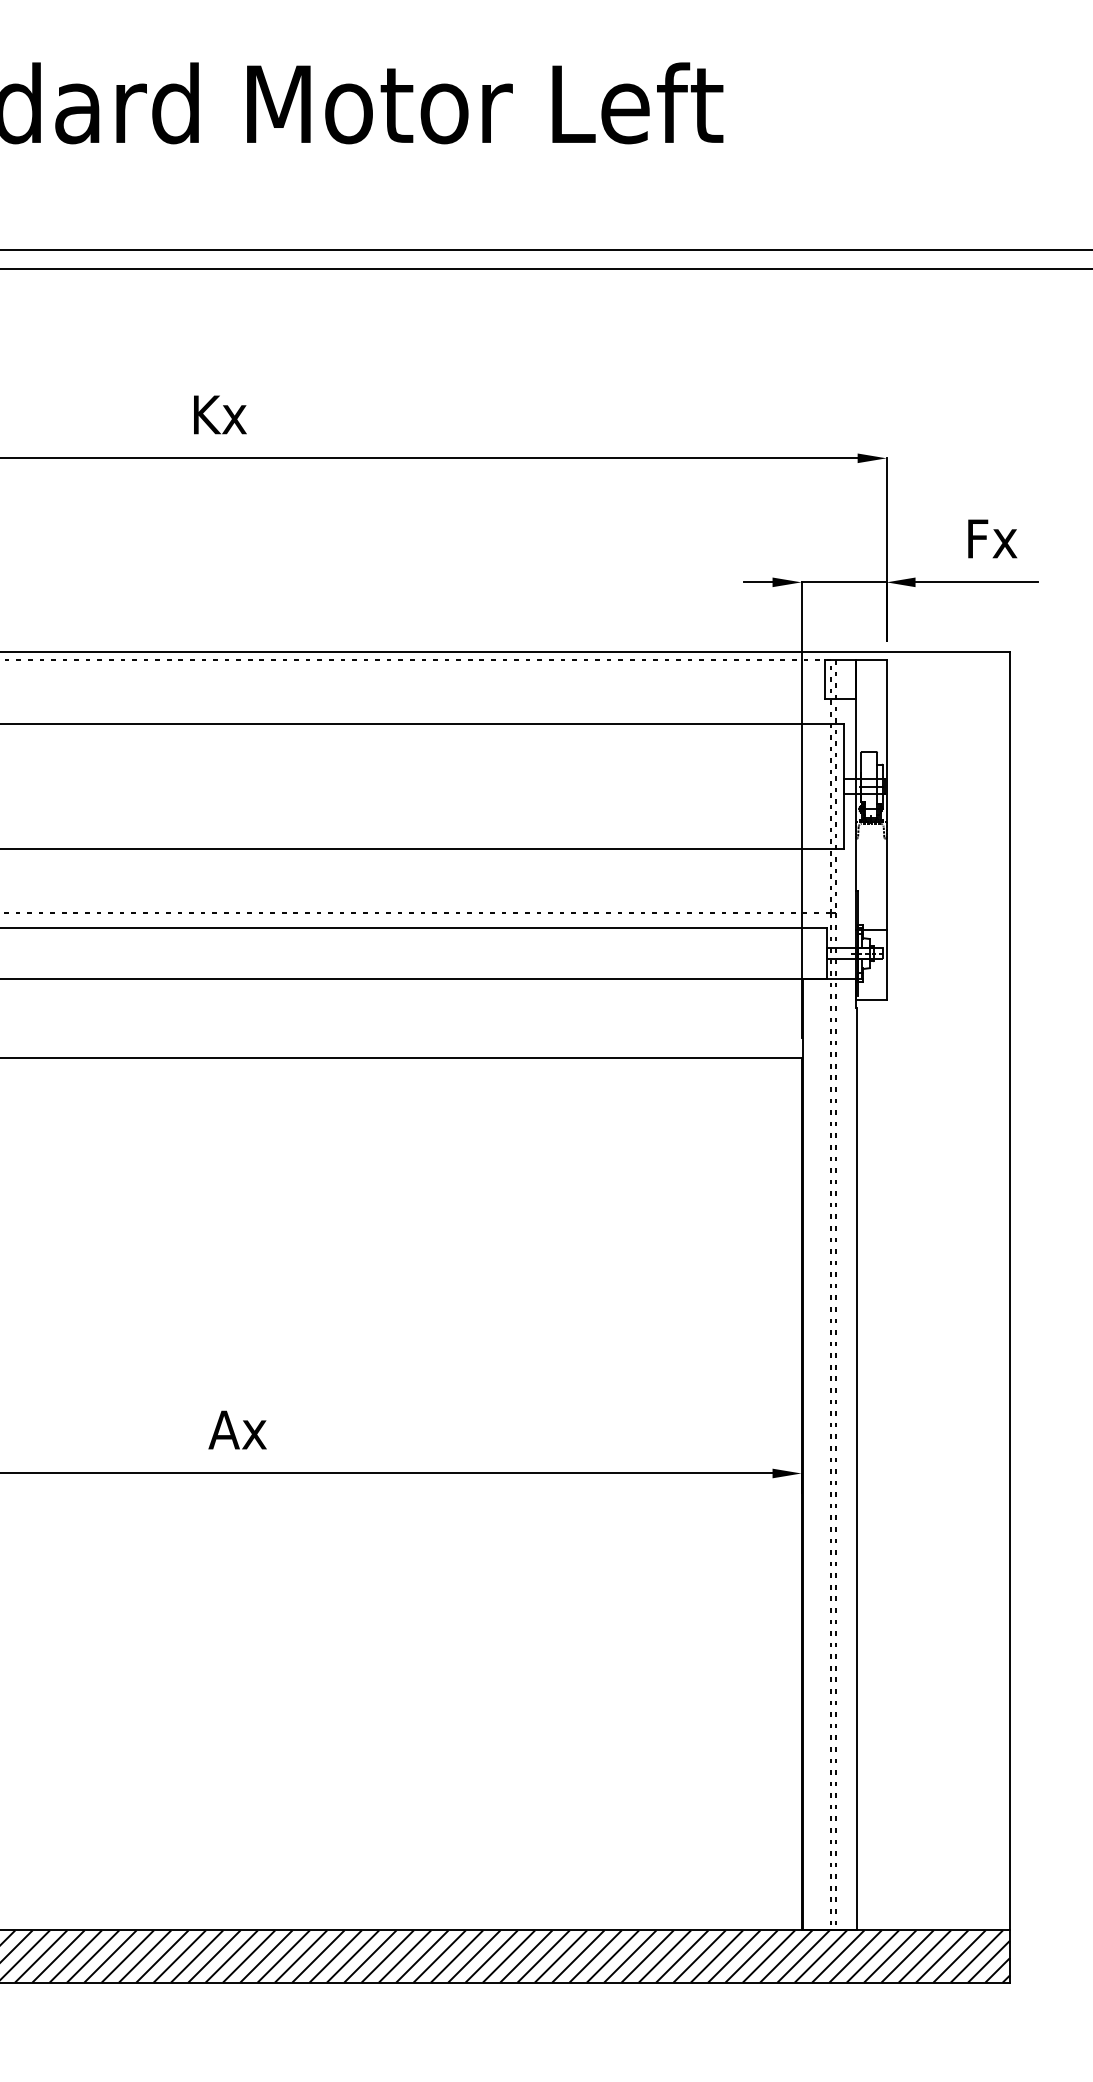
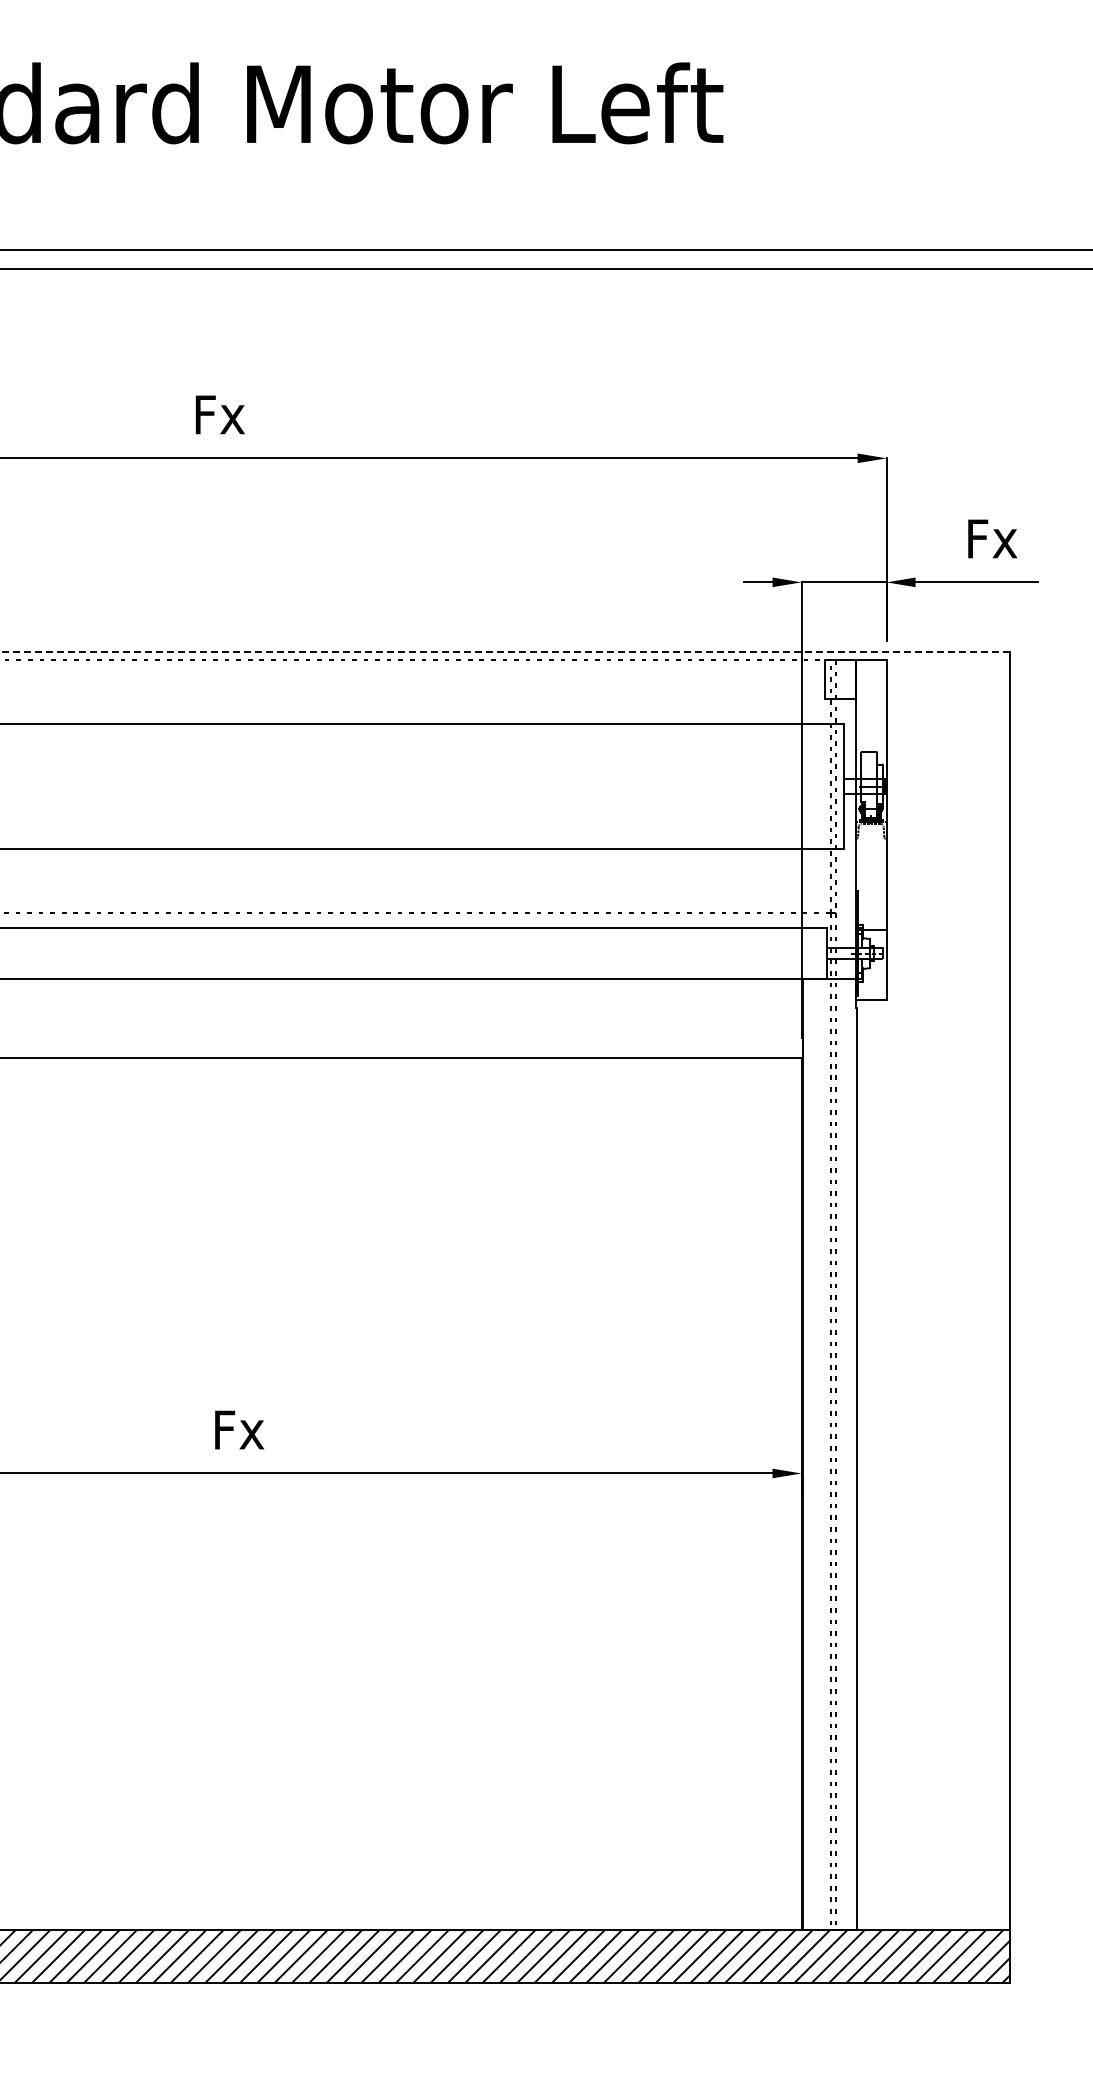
text at (220, 414): Kx -> Fx
line at (505, 652): solid -> dashed
text at (237, 1429): Ax -> Fx
